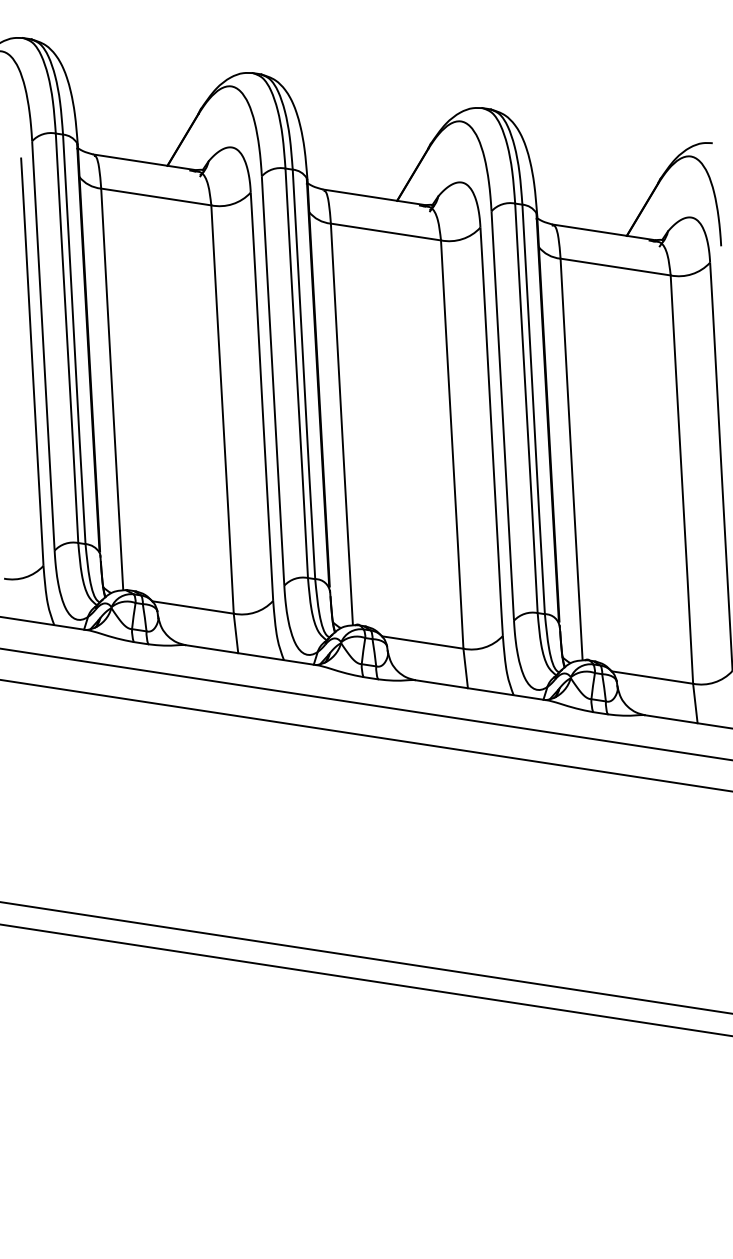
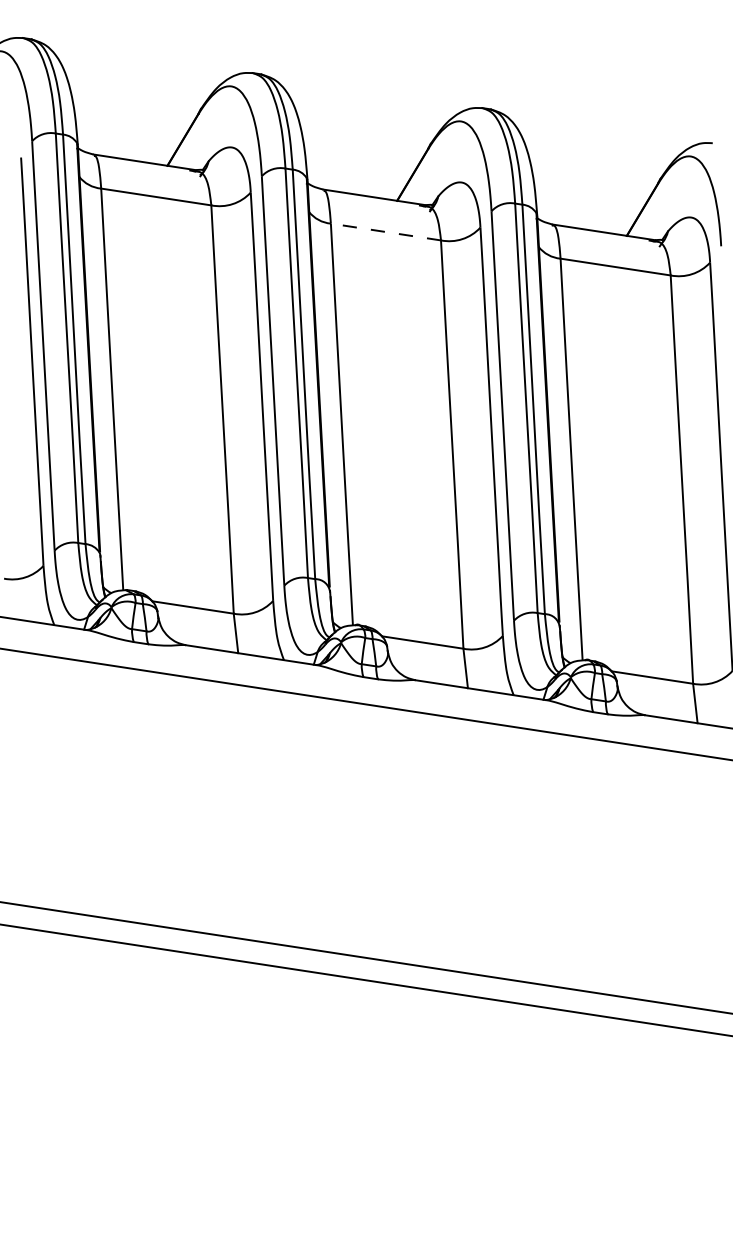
line at (385, 232): solid -> dashed
line at (365, 735): present -> none
